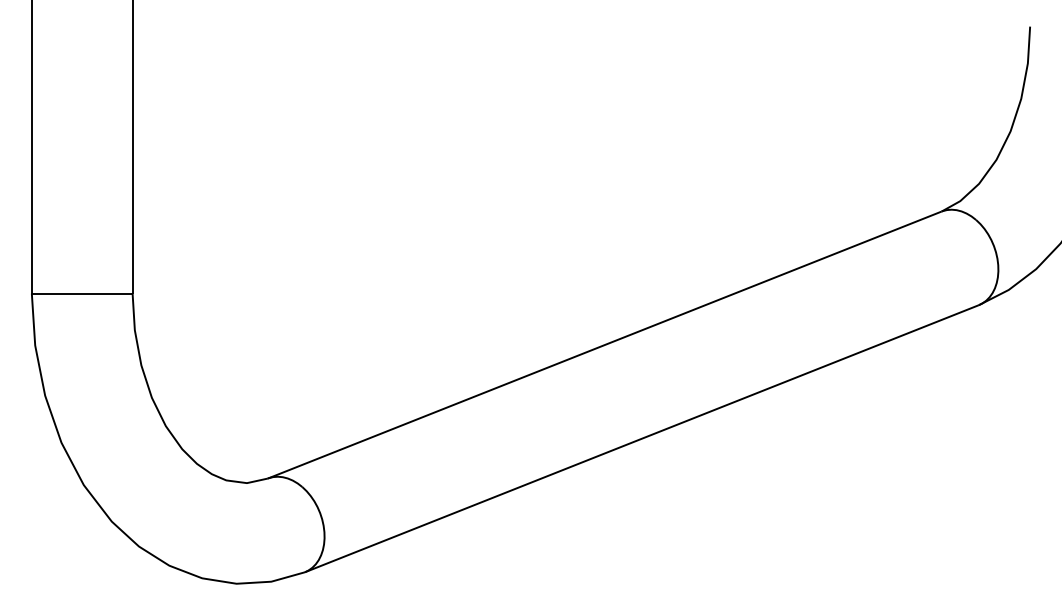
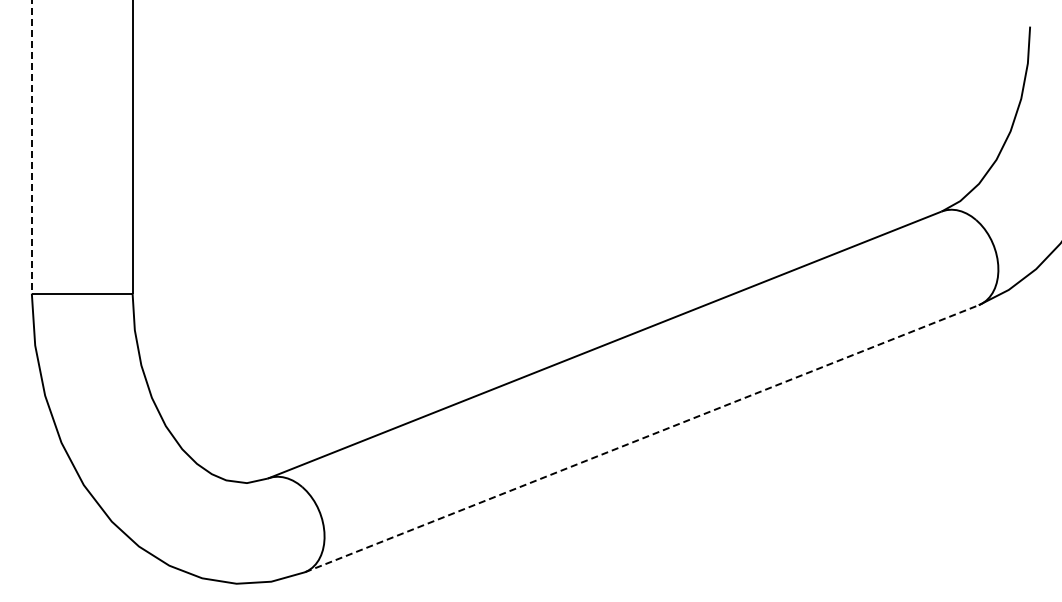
line at (31, 147): solid -> dashed
line at (642, 438): solid -> dashed
